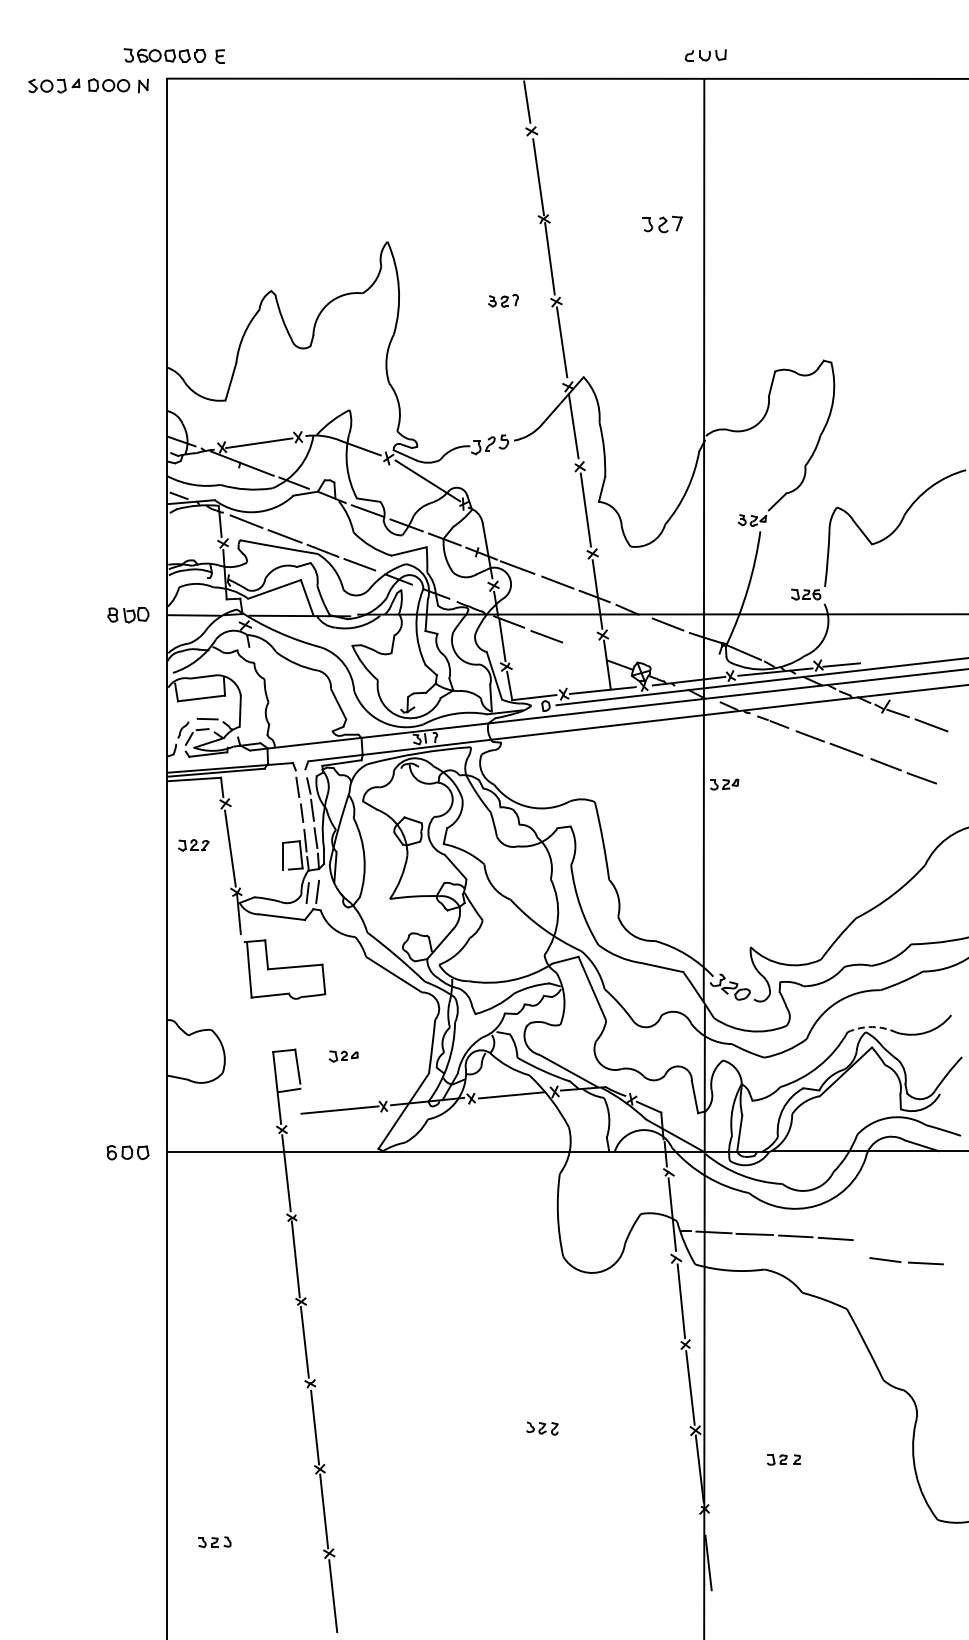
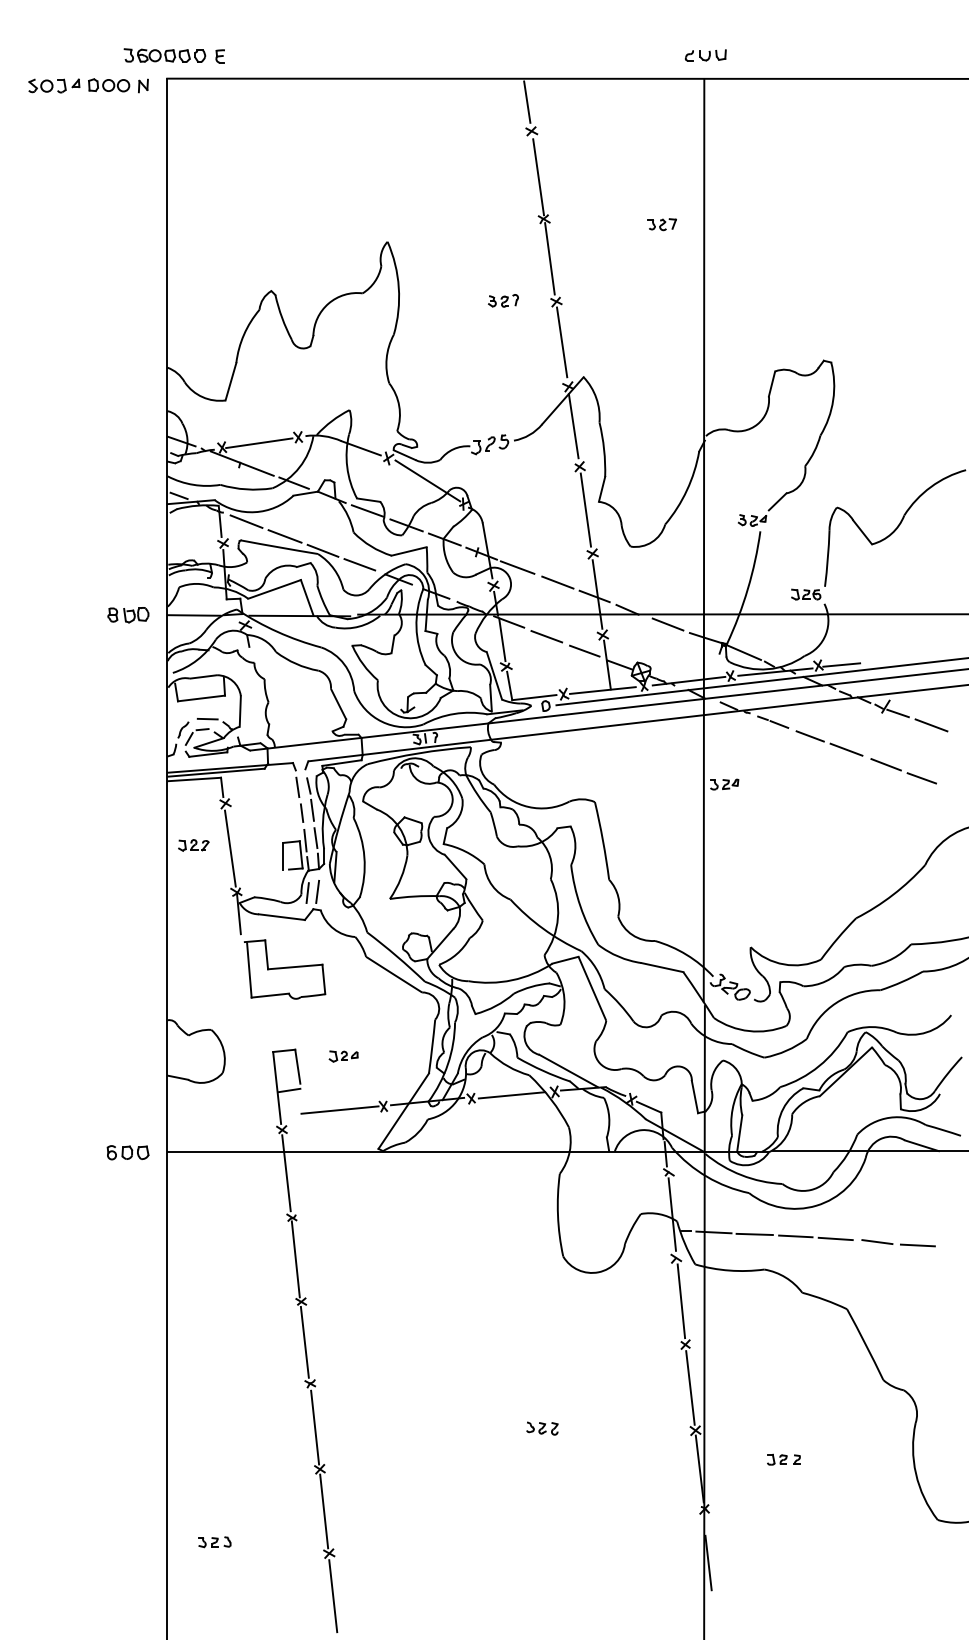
part at (662, 224) size: 41x19 px -> 30x14 px
line at (584, 650): none -> present
arc at (872, 1027): dashed -> solid
part at (906, 1261) position: (906, 1261) -> (898, 1243)
